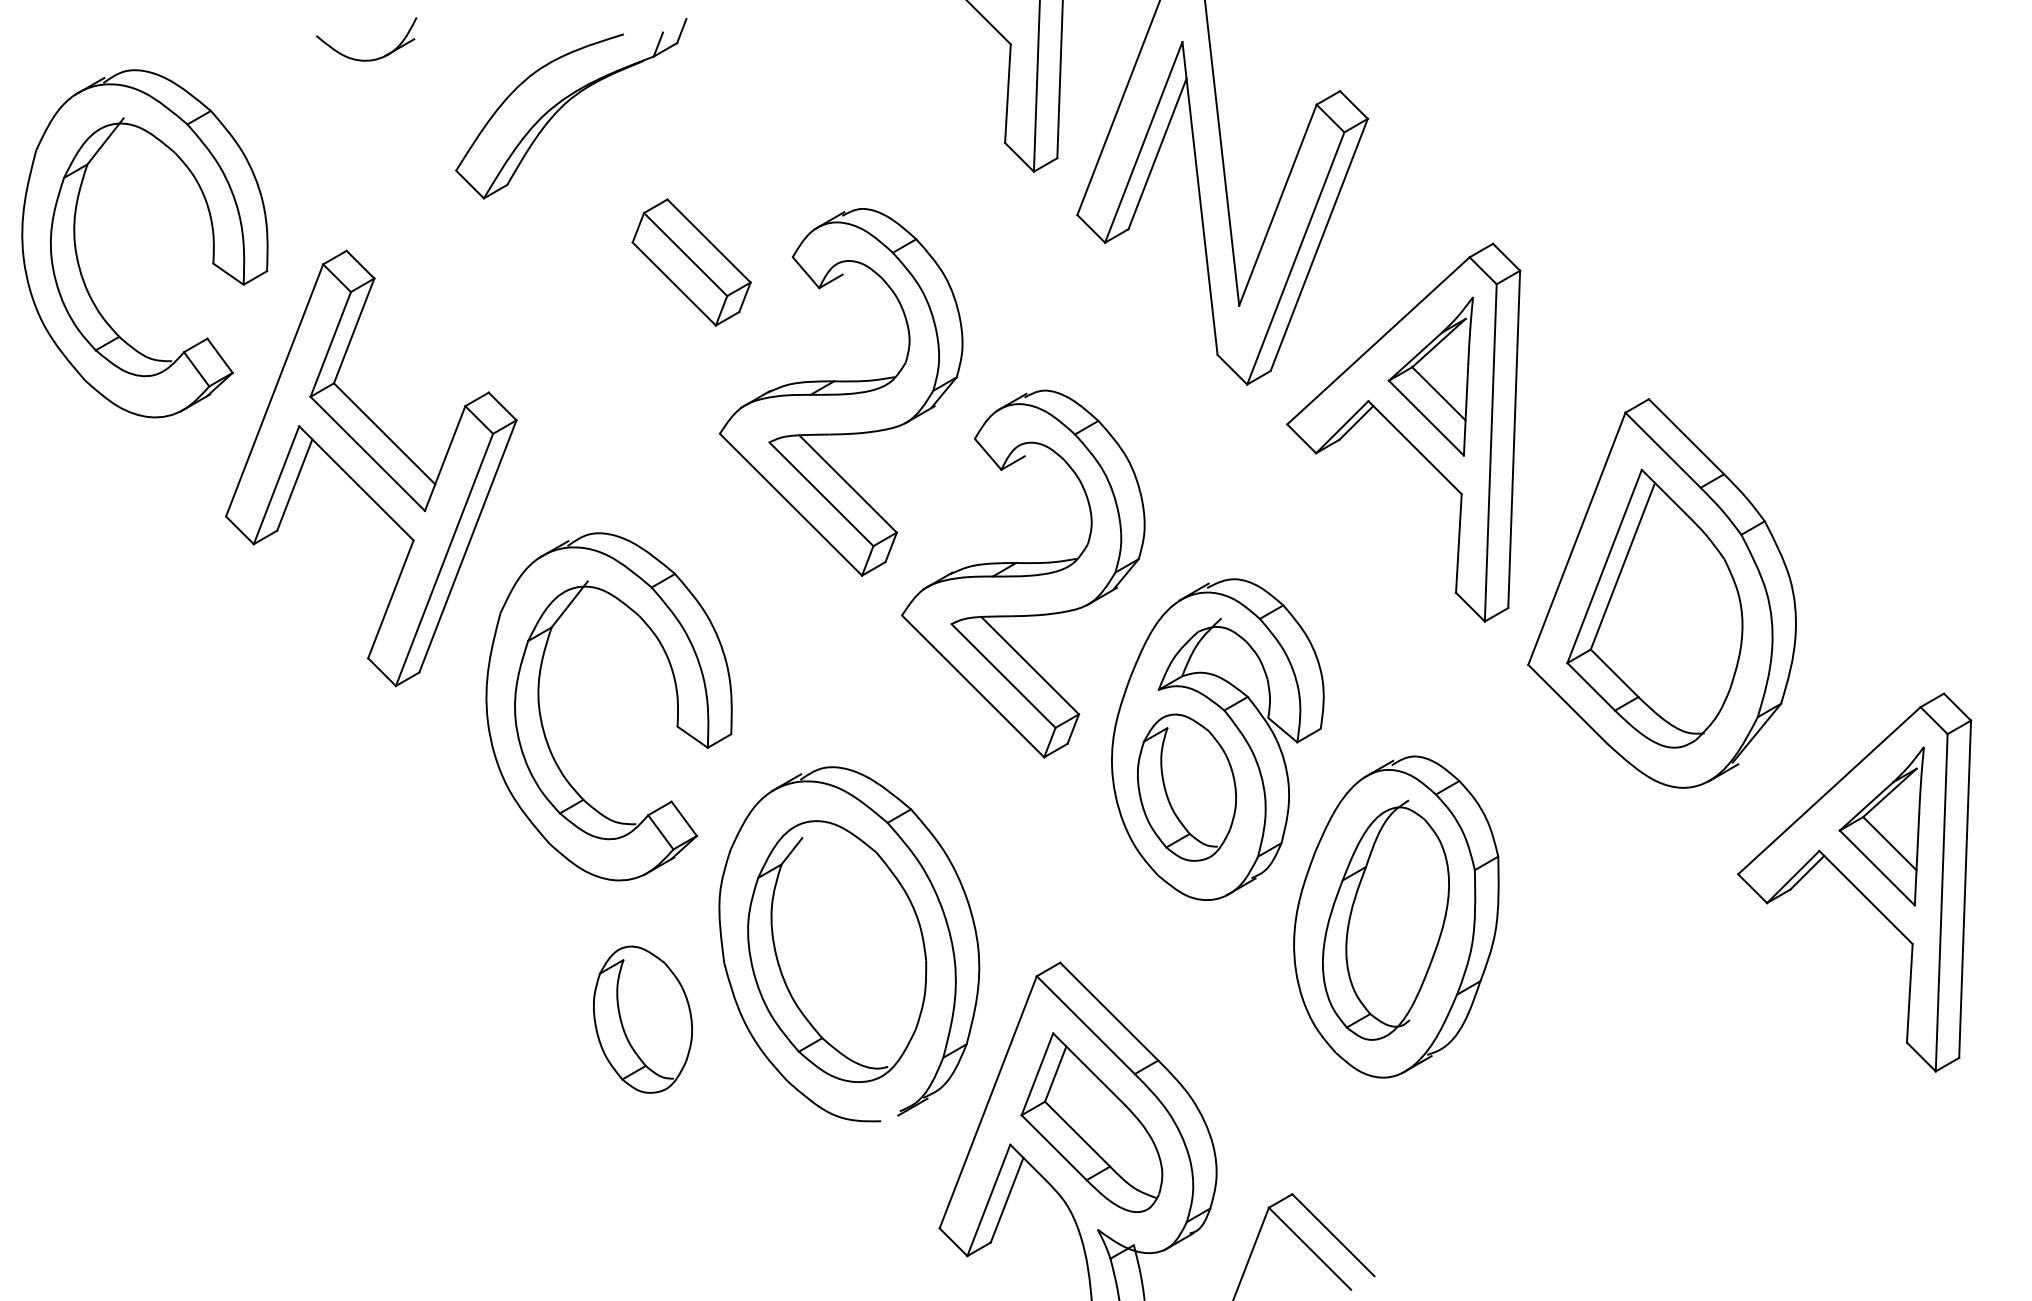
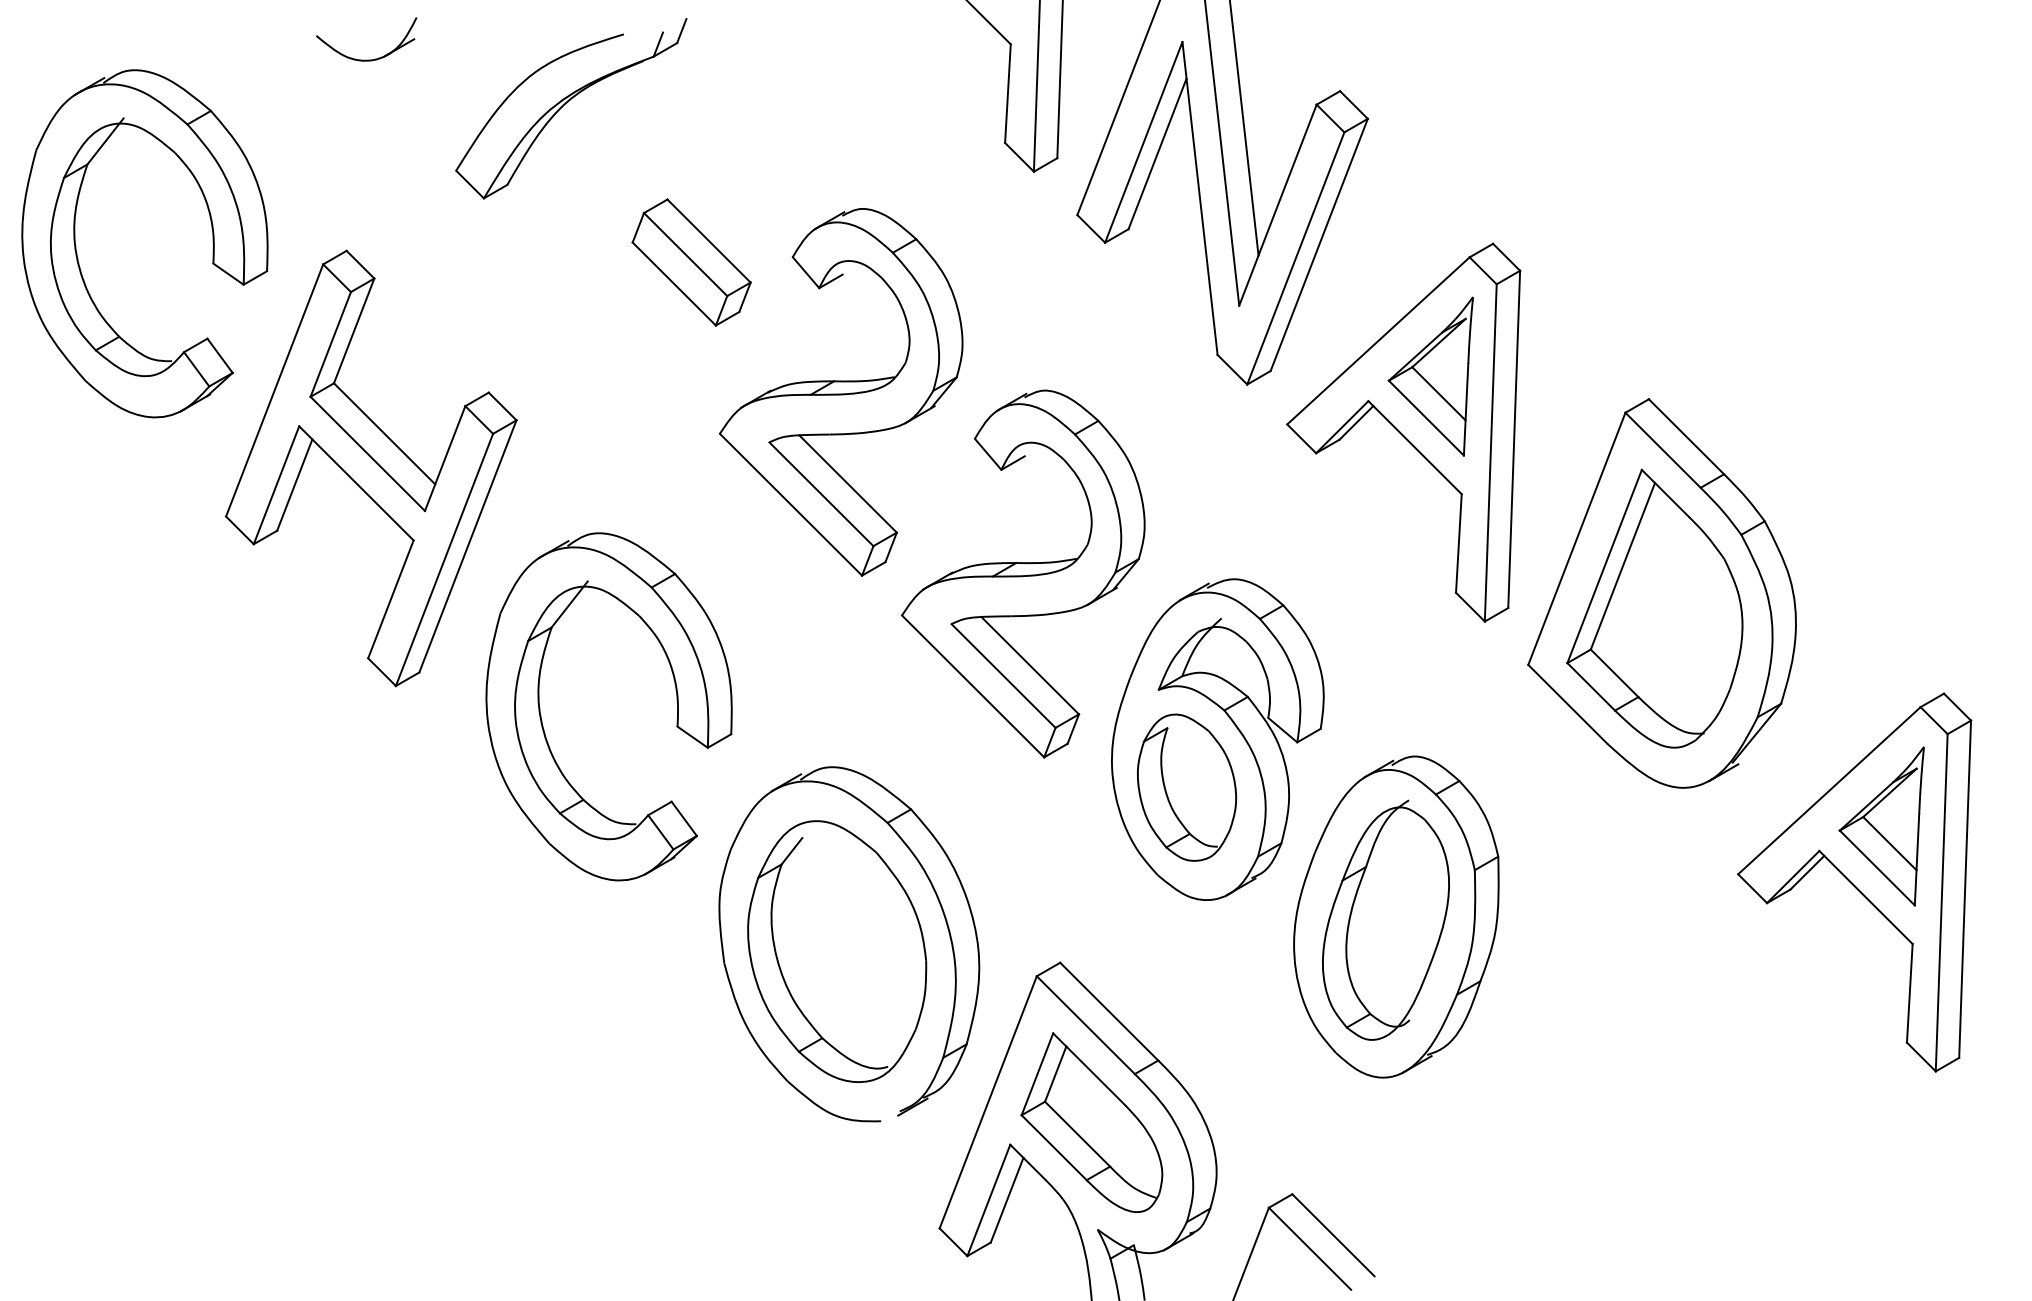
line at (1244, 128): none -> present
part at (642, 1019): present -> none
